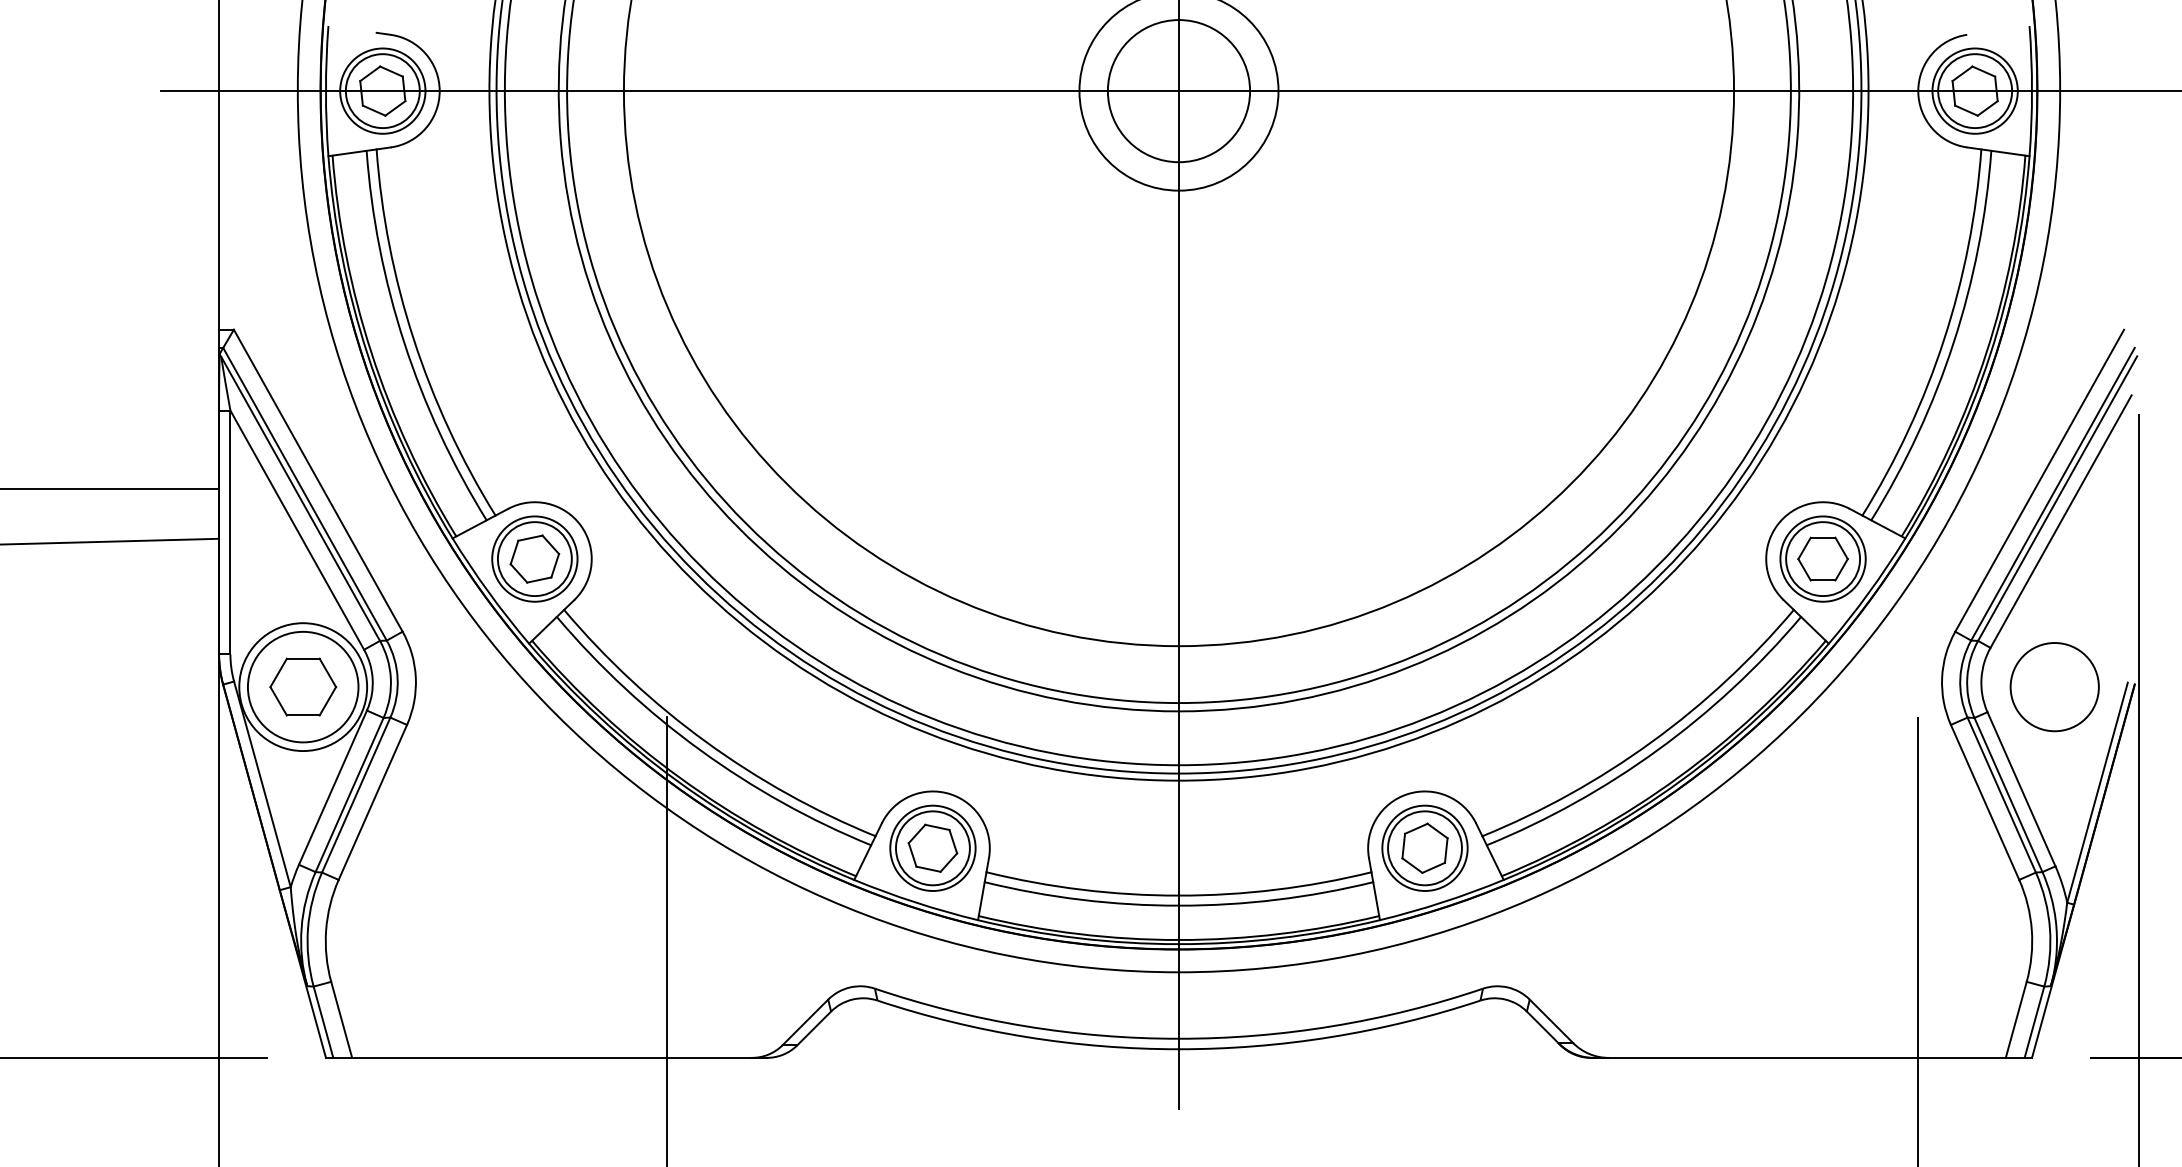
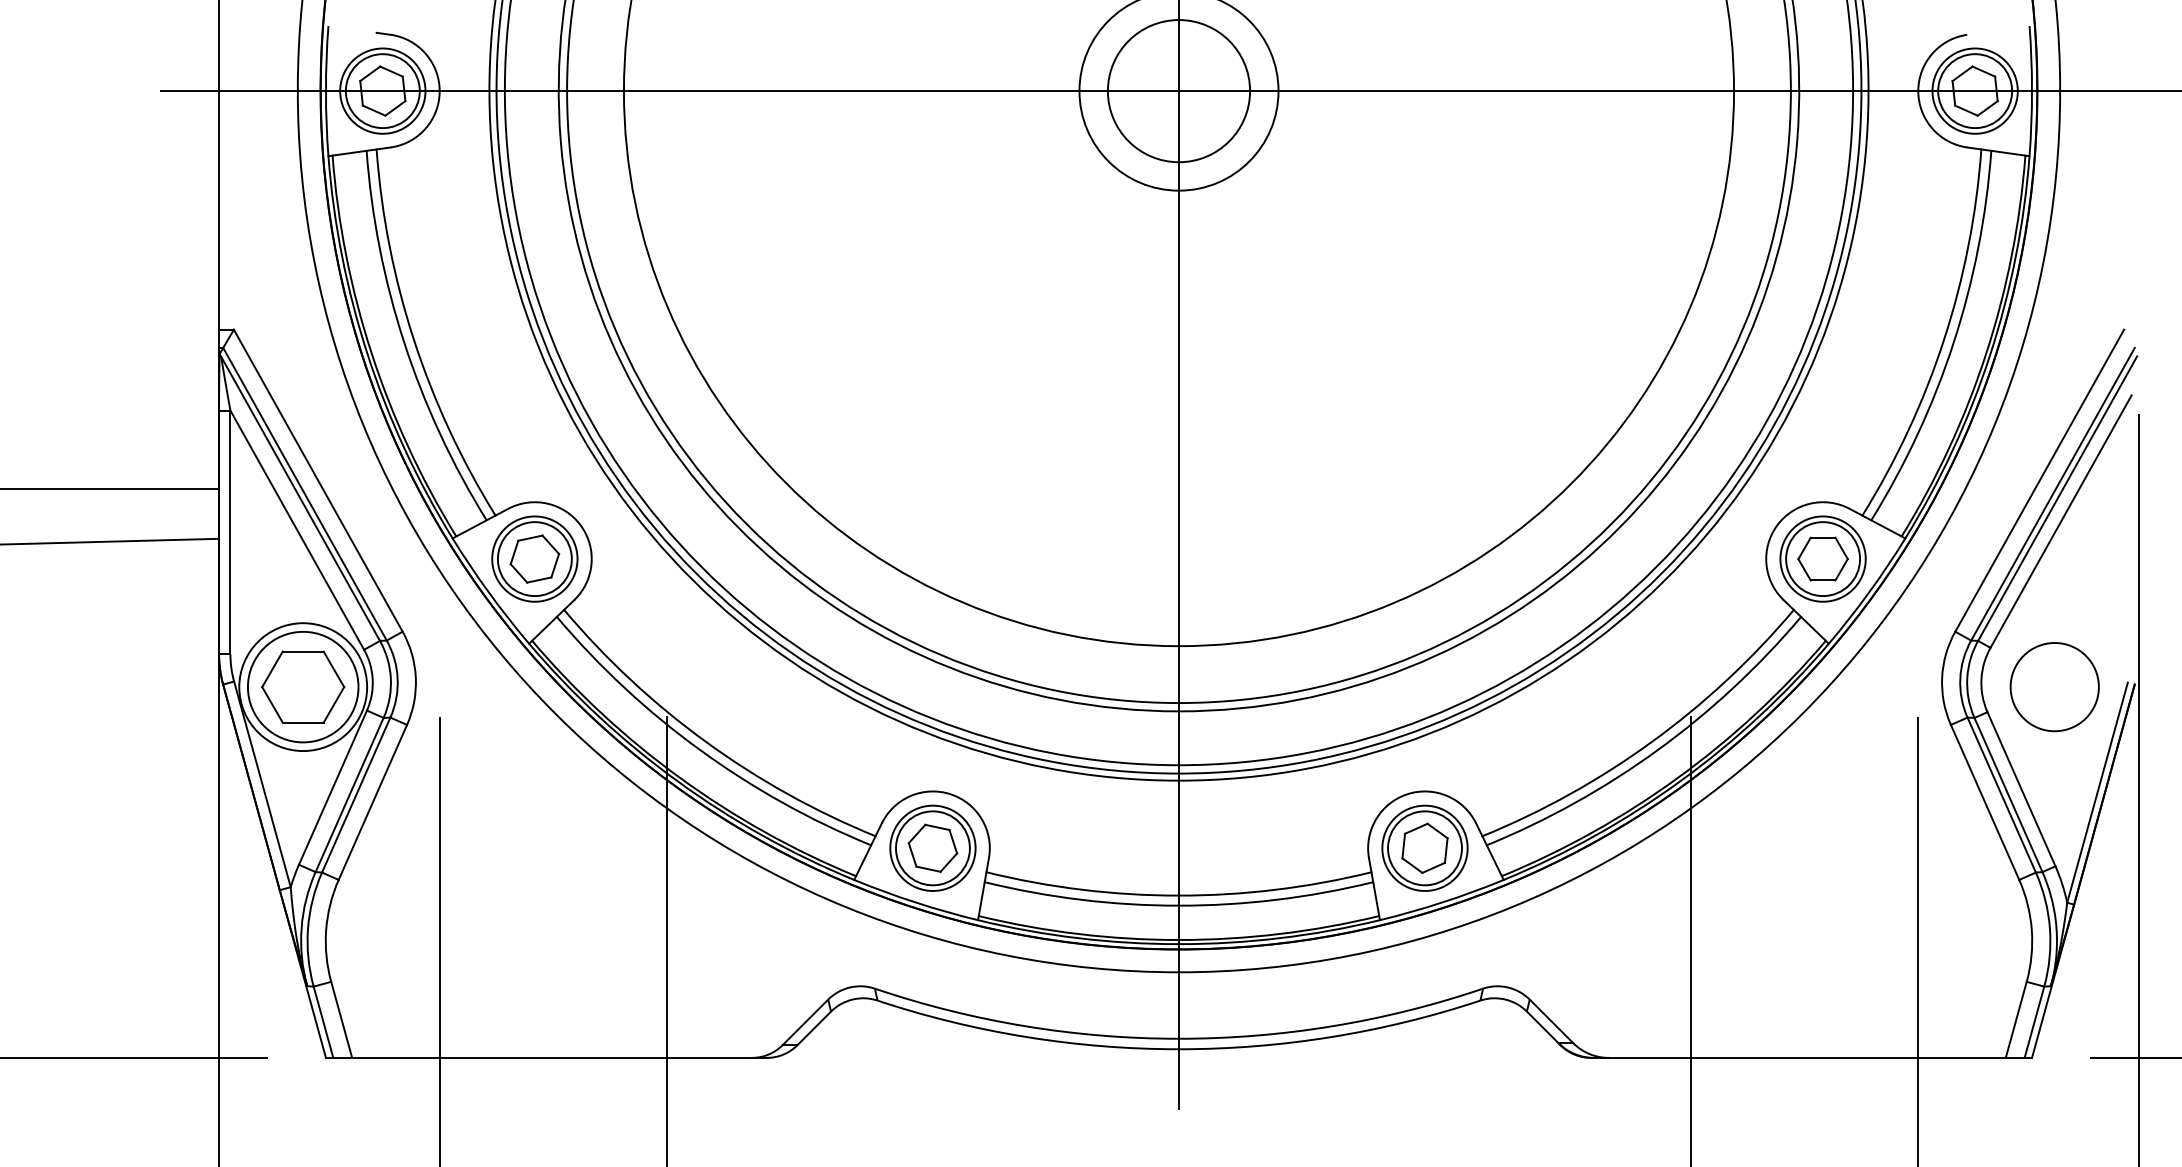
part at (303, 686) size: 69x60 px -> 85x74 px
line at (1690, 939): none -> present
line at (439, 940): none -> present
